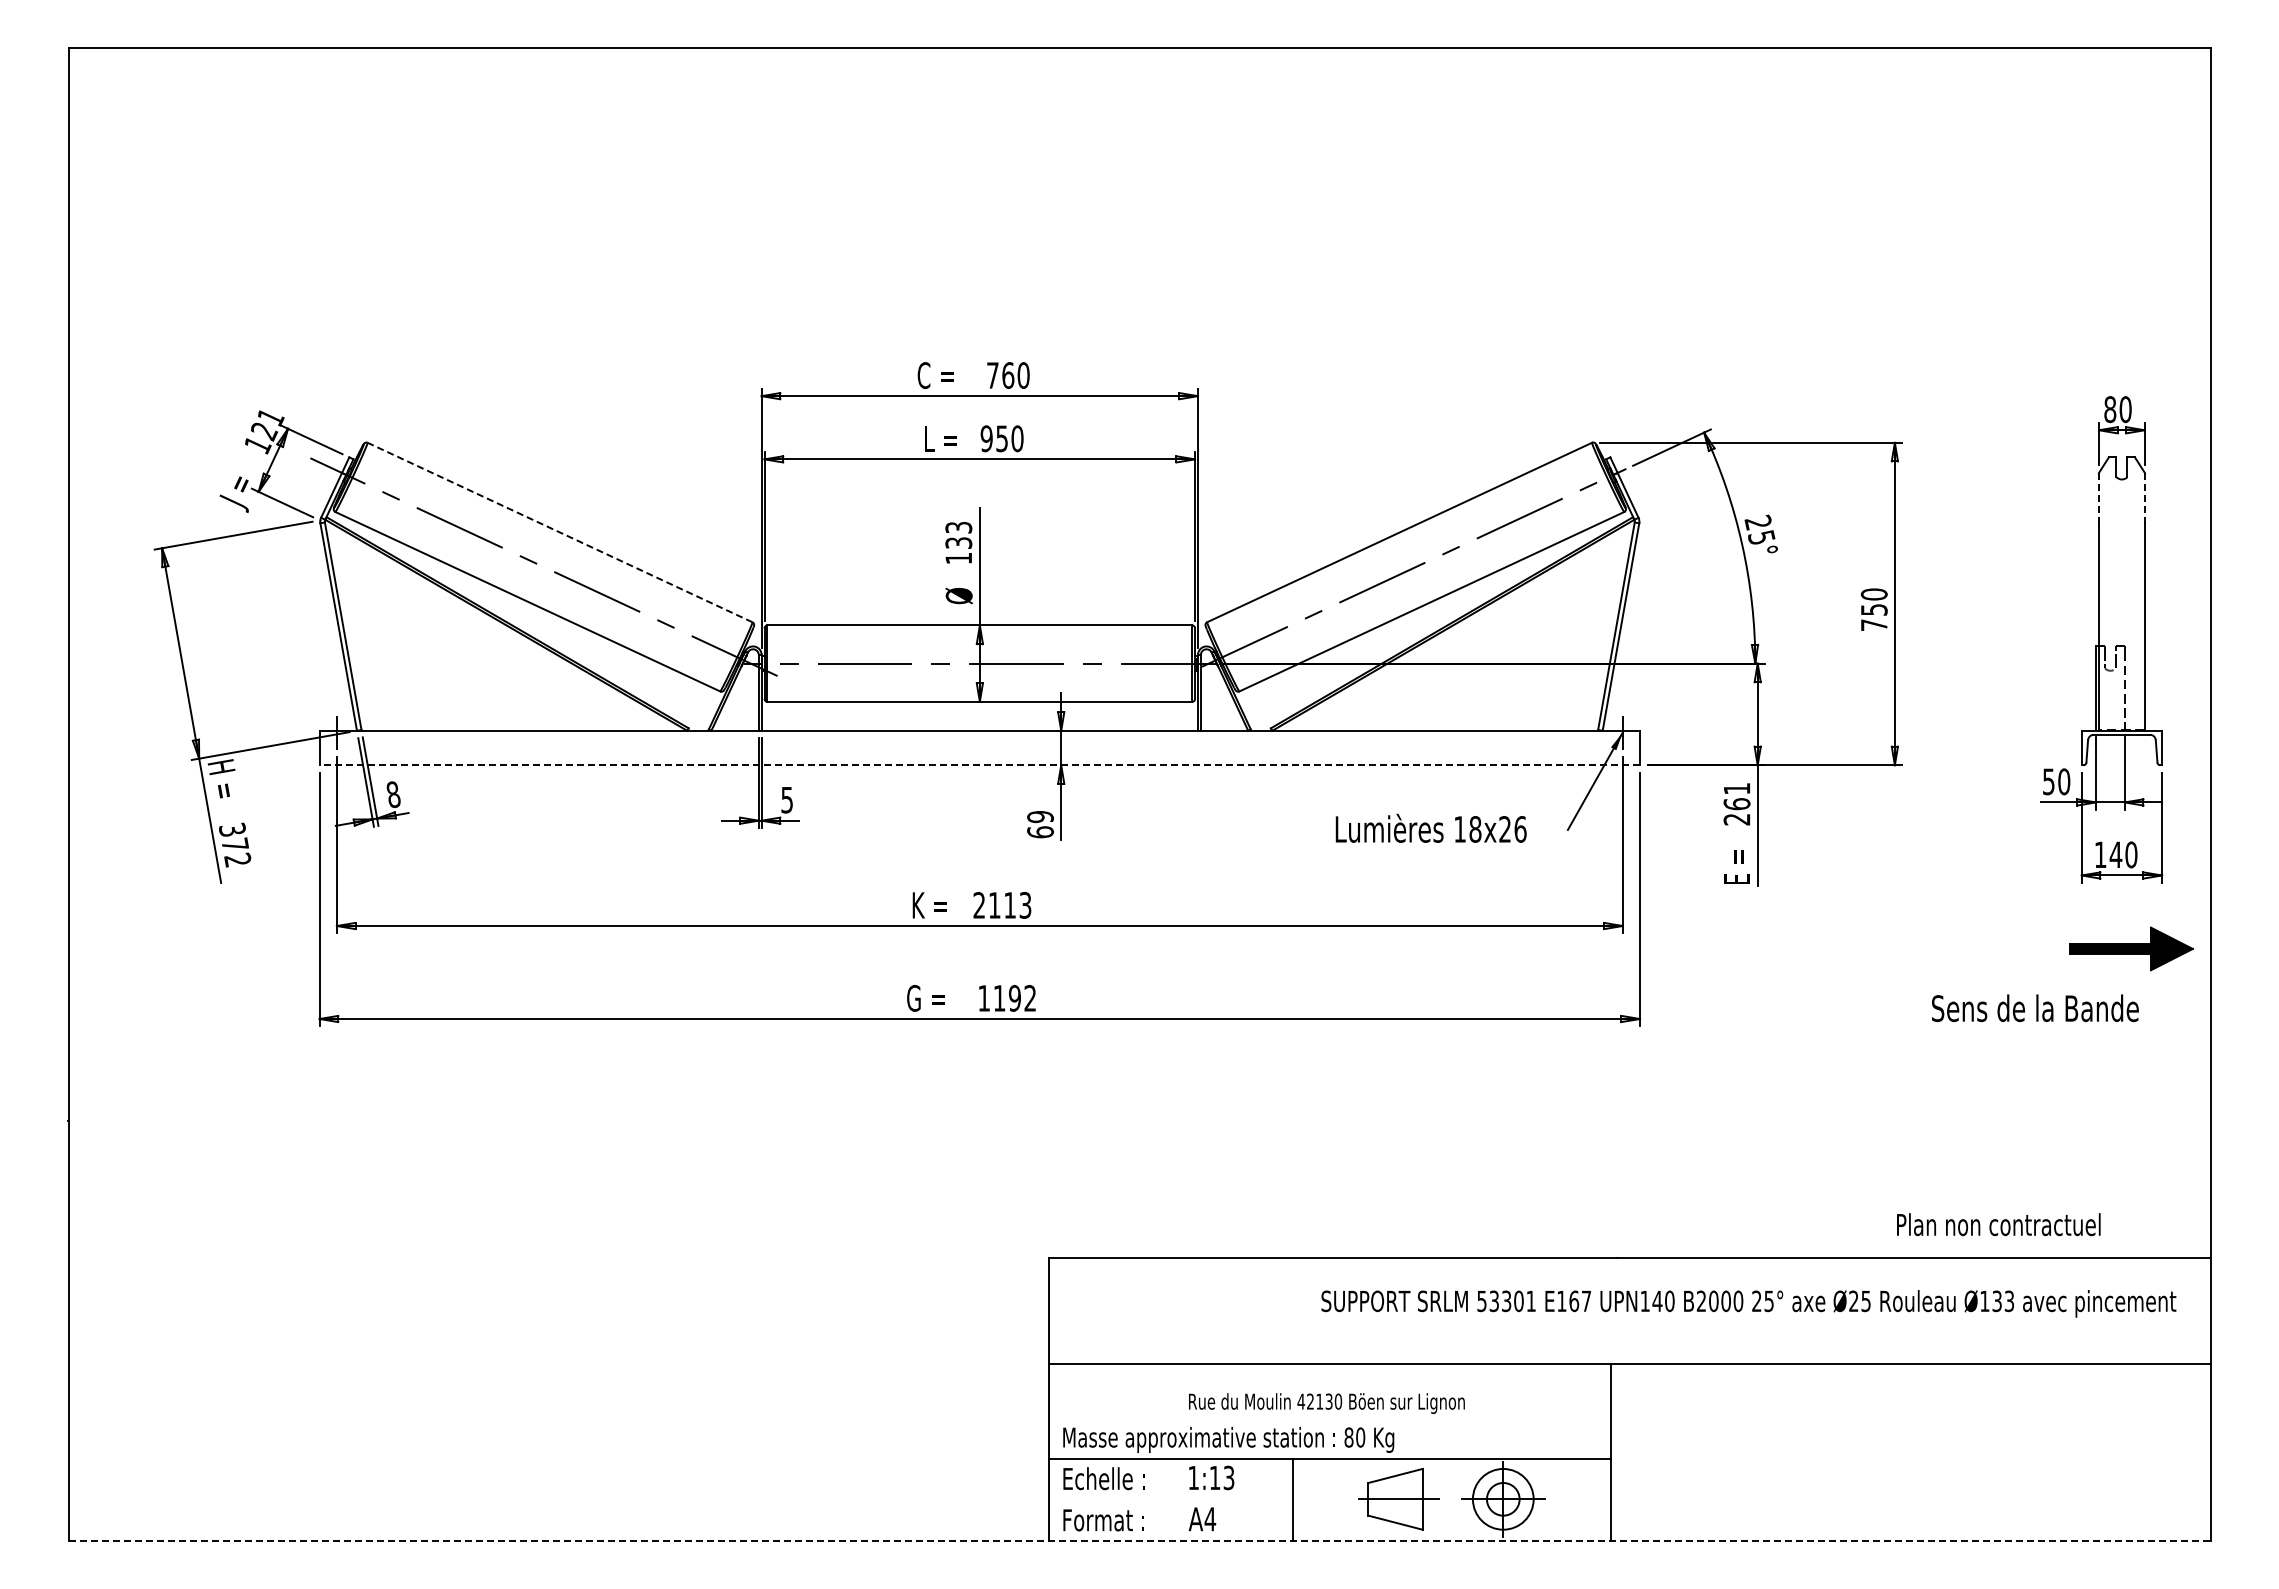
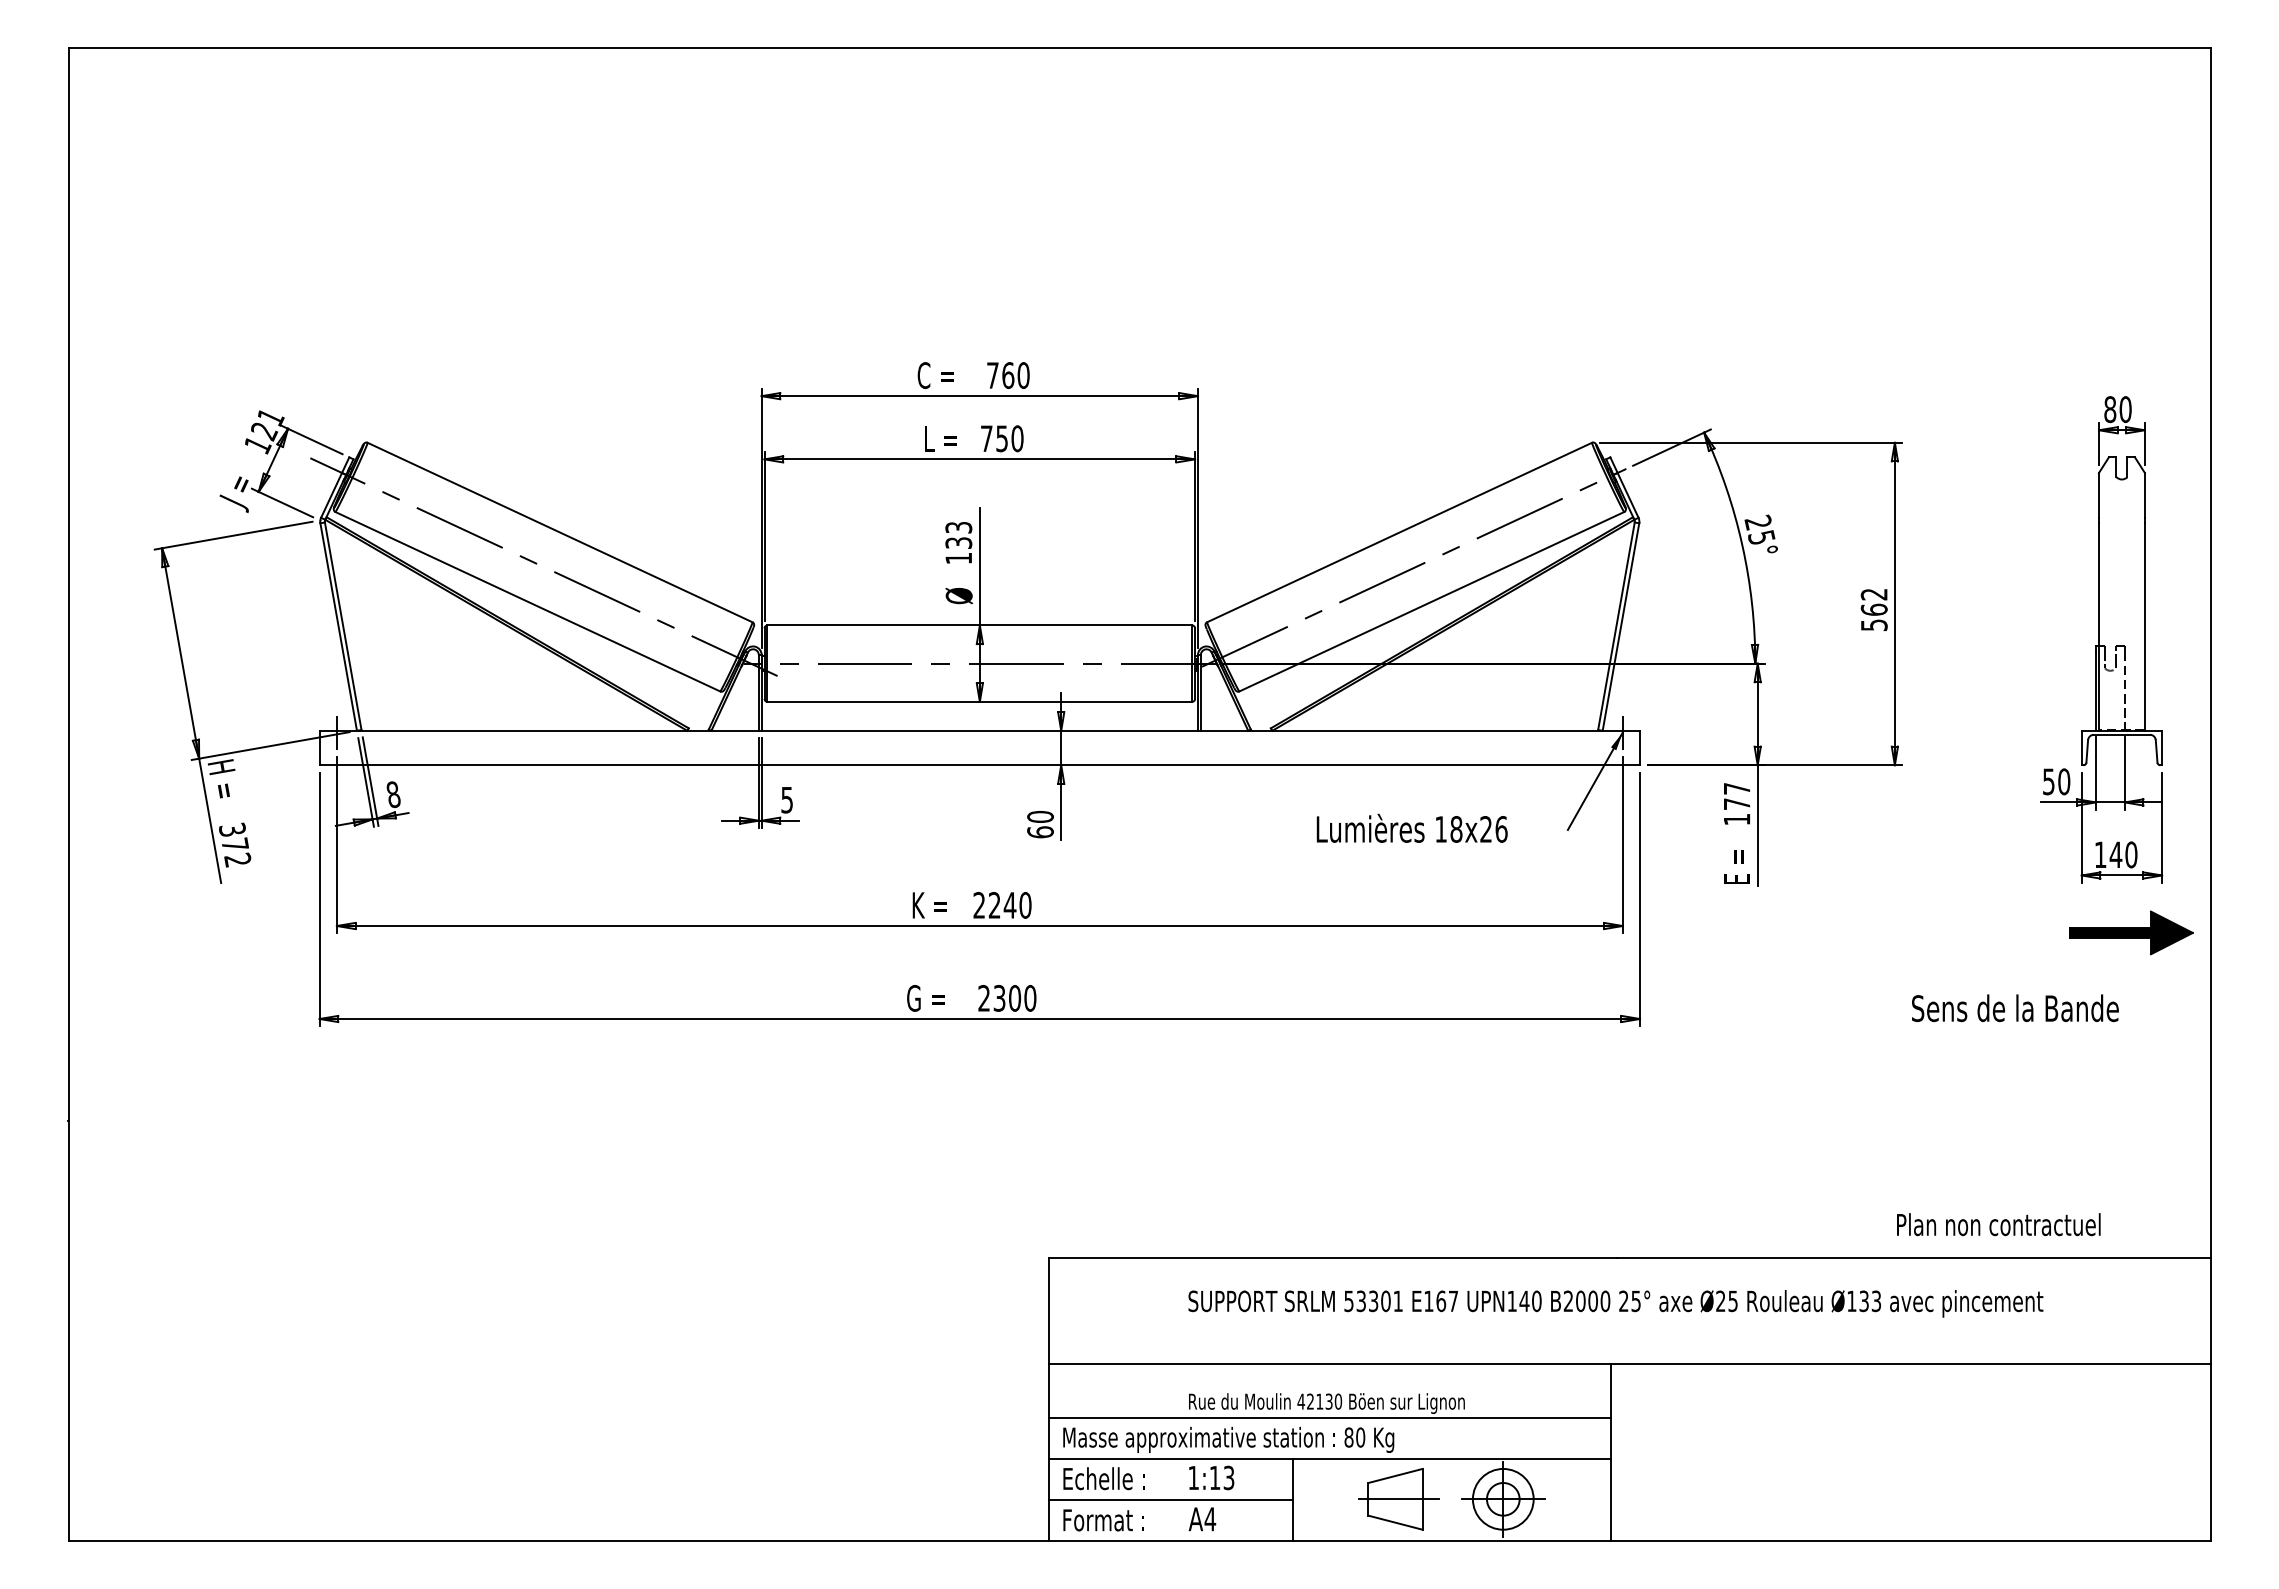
text at (986, 438): 950 -> 750
line at (2098, 495): dashed -> solid
line at (2144, 495): dashed -> solid
line at (559, 532): dashed -> solid
text at (1873, 609): 750 -> 562
line at (979, 765): dashed -> solid
text at (1736, 804): 261 -> 177
text at (1040, 817): 69 -> 60
text at (1430, 827) position: (1430, 827) -> (1411, 827)
text at (1010, 905): 2113 -> 2240
part at (2131, 948) position: (2131, 948) -> (2131, 932)
text at (1007, 997): 1192 -> 2300
text at (2035, 1008) position: (2035, 1008) -> (2015, 1008)
text at (1748, 1303) position: (1748, 1303) -> (1615, 1303)
line at (1330, 1418): none -> present
line at (1170, 1500): none -> present
line at (1139, 1541): dashed -> solid
